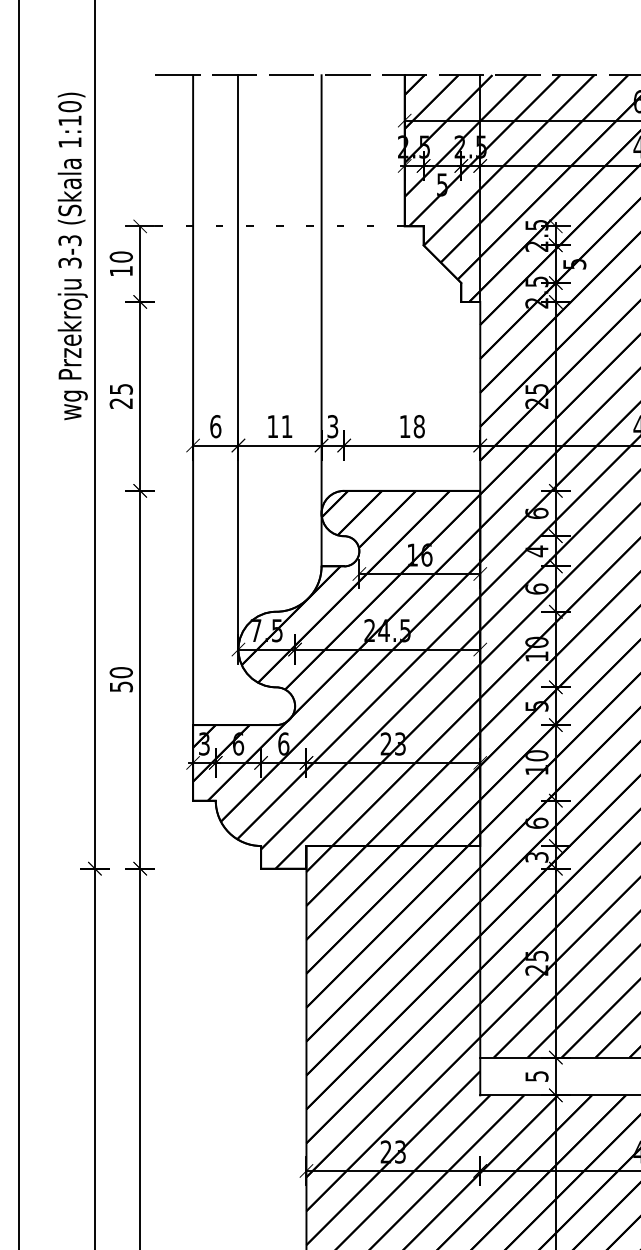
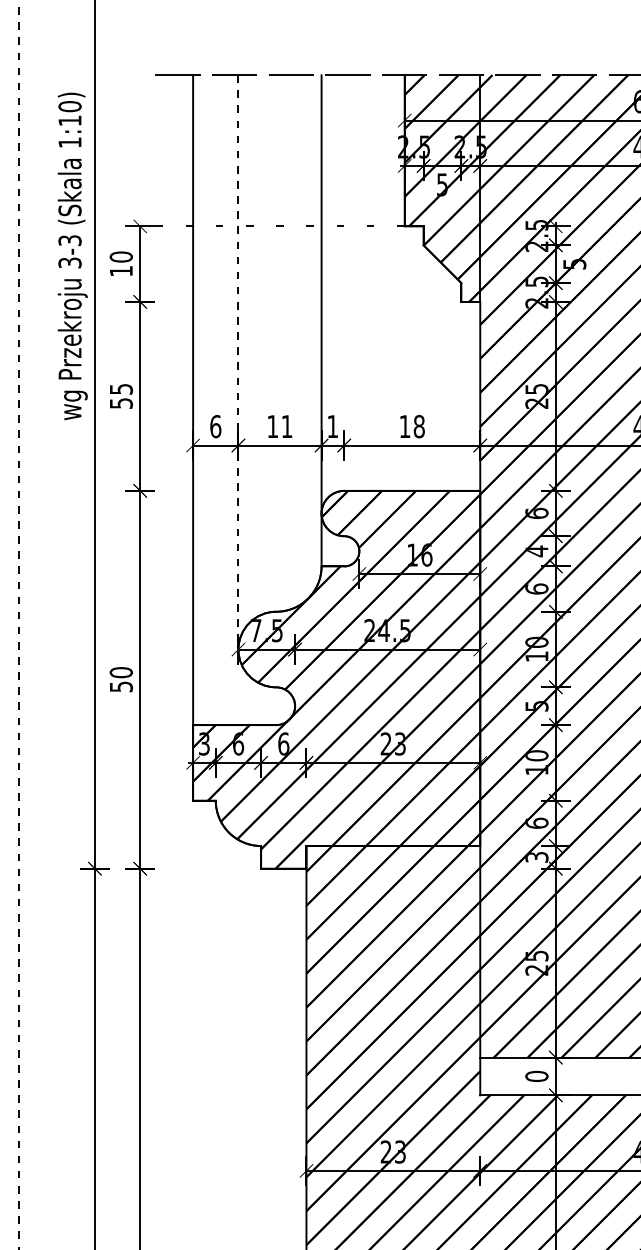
line at (238, 362): solid -> dashed
text at (120, 403): 25 -> 55
text at (332, 426): 3 -> 1
line at (19, 625): solid -> dashed
text at (536, 1075): 5 -> 0
